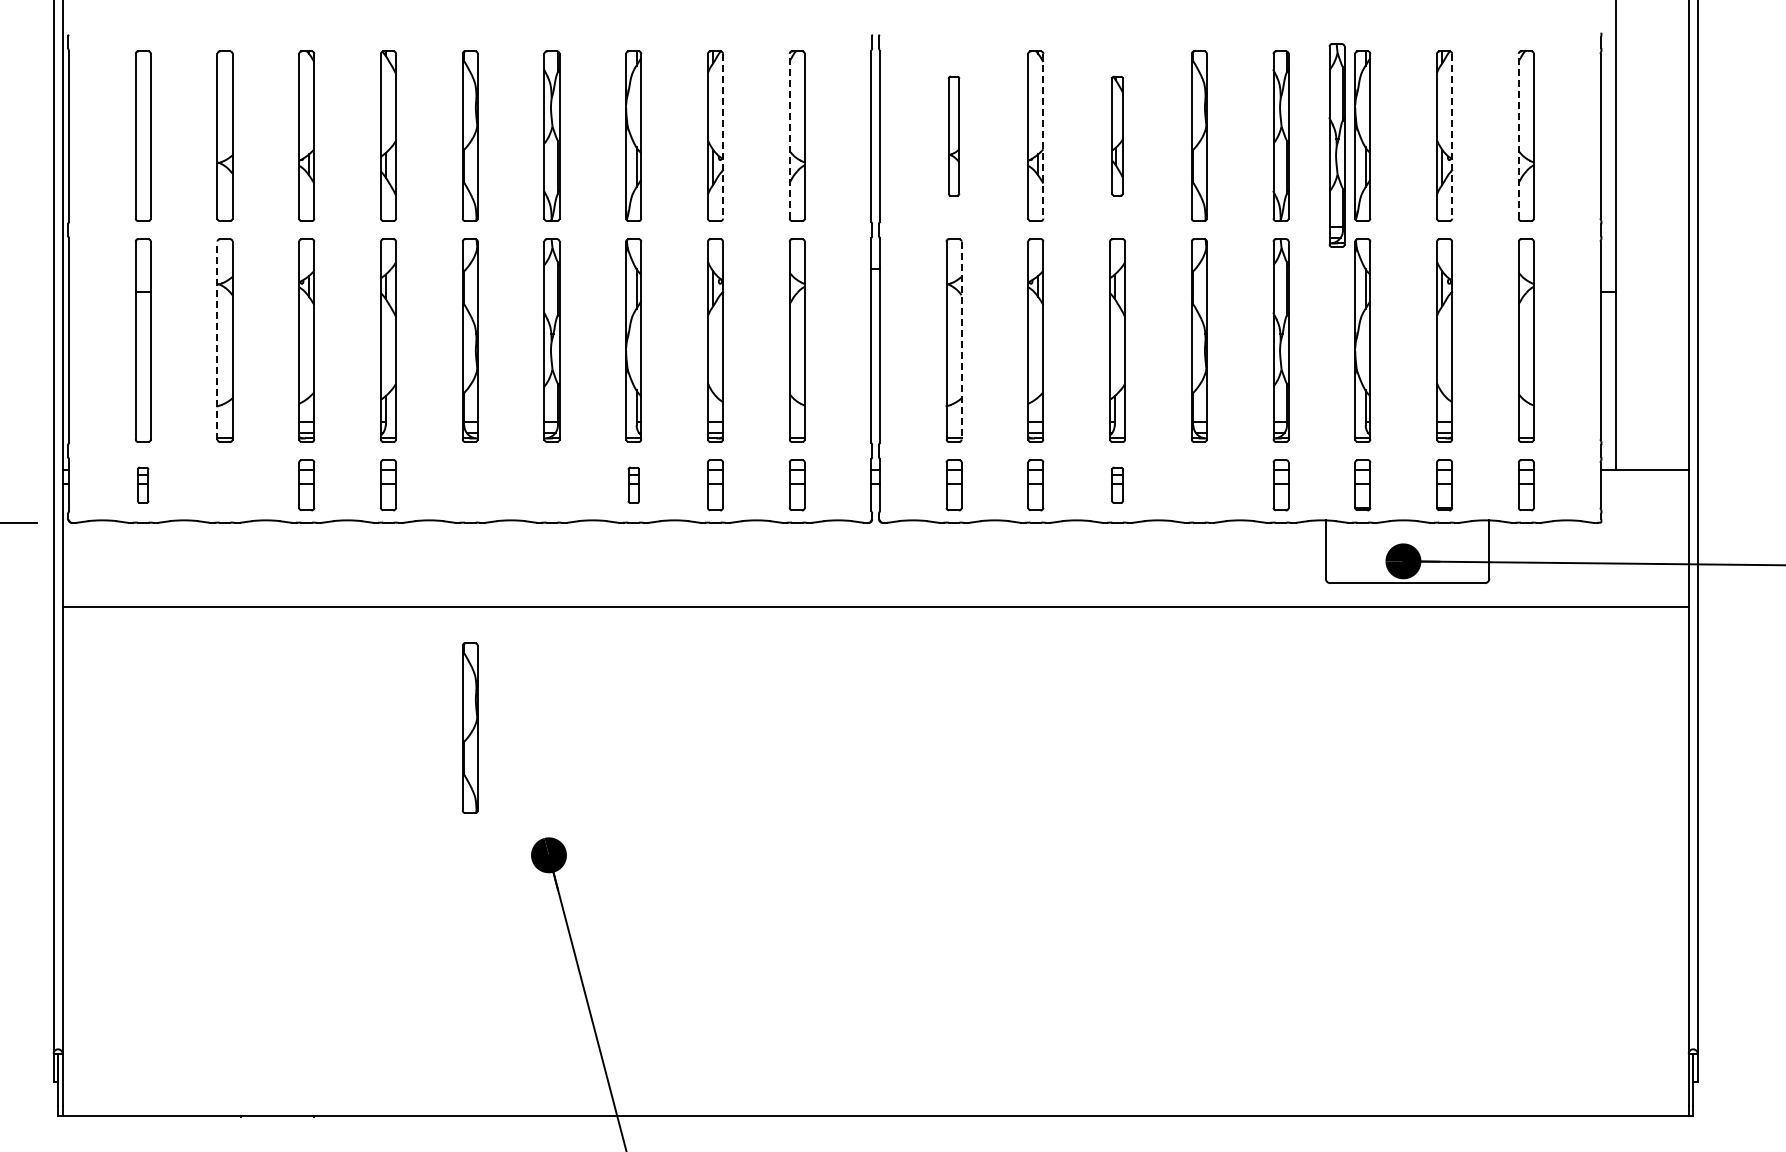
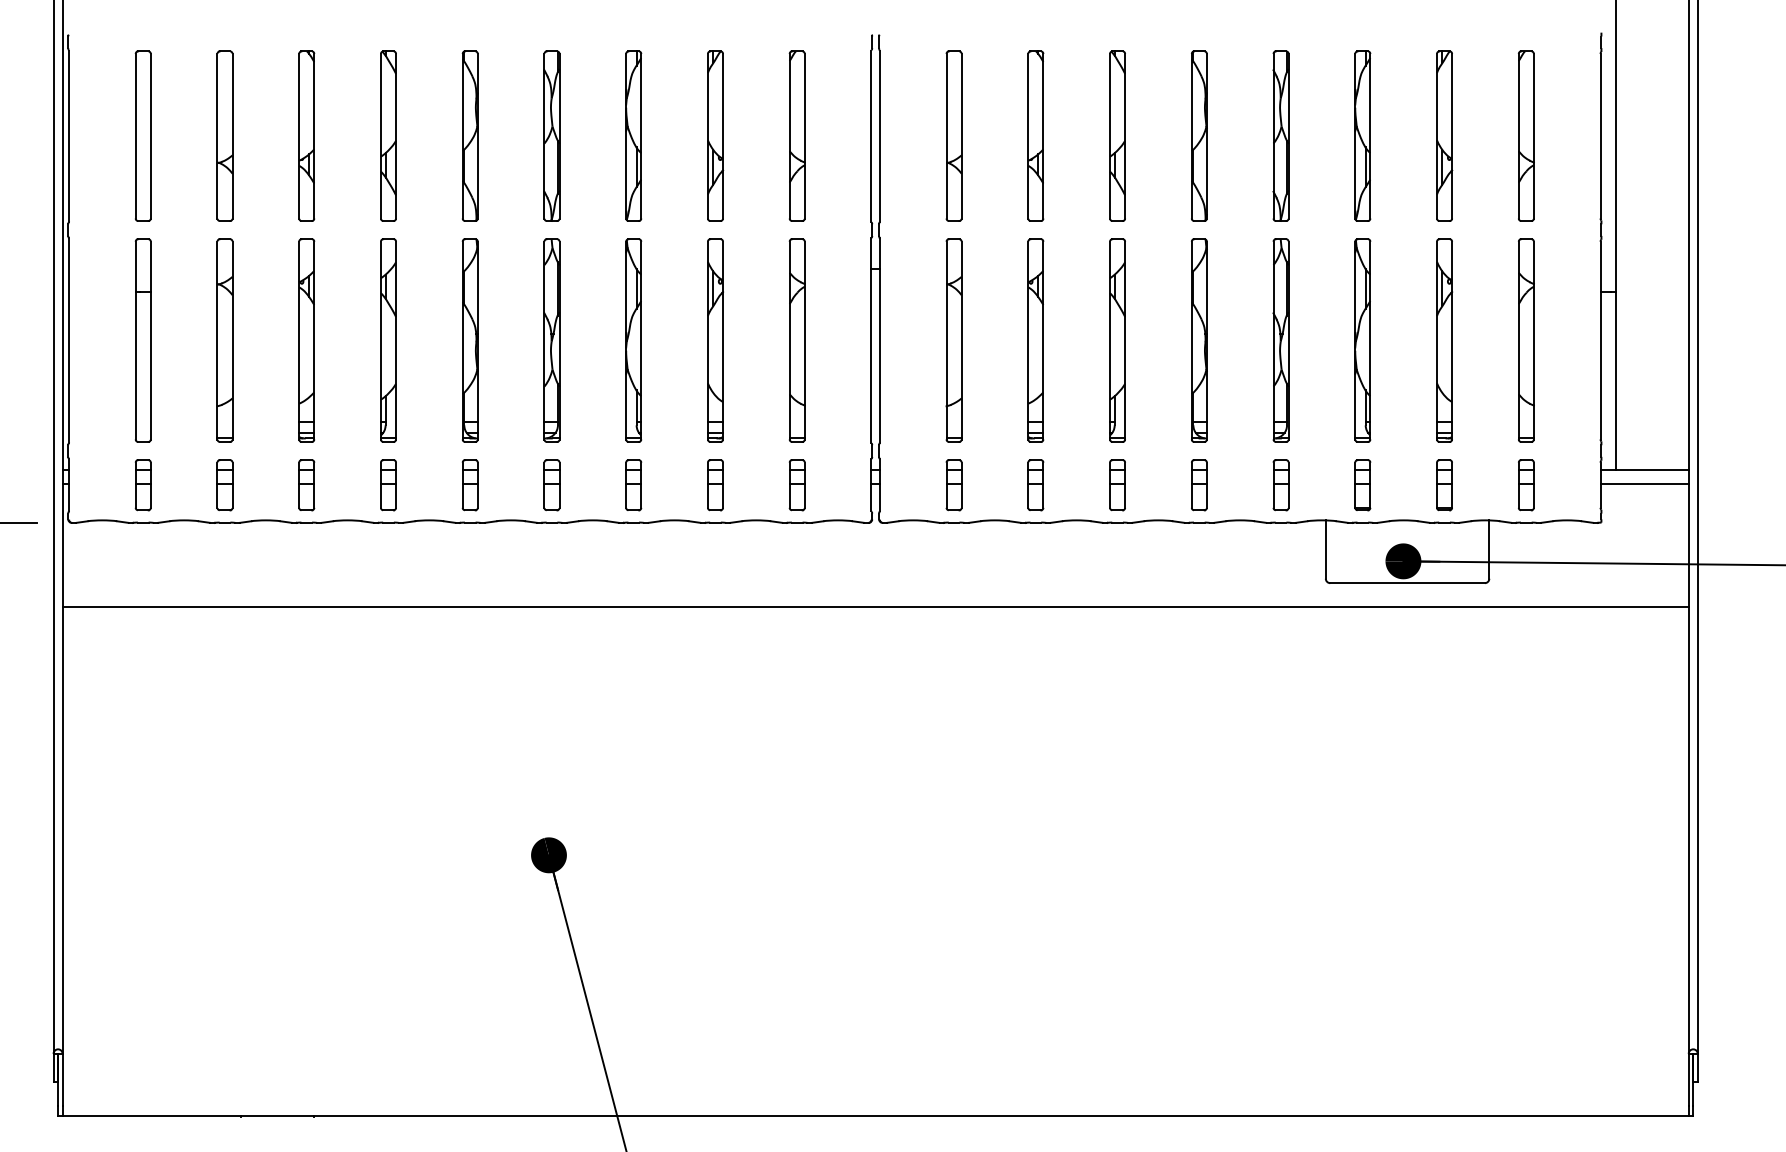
line at (789, 135): dashed -> solid
part at (954, 135) size: 13x122 px -> 18x172 px
part at (1117, 135) size: 13x122 px -> 17x172 px
line at (1518, 135): dashed -> solid
line at (723, 136): dashed -> solid
line at (1043, 136): dashed -> solid
line at (1452, 136): dashed -> solid
part at (1336, 145): present -> none
line at (217, 340): dashed -> solid
line at (961, 340): dashed -> solid
line at (1644, 483): none -> present
part at (143, 484) size: 13x38 px -> 18x53 px
part at (633, 484) size: 13x38 px -> 18x53 px
part at (1117, 484) size: 13x38 px -> 17x53 px
part at (224, 485): none -> present
part at (469, 485): none -> present
part at (551, 485): none -> present
part at (1199, 485): none -> present
part at (469, 727): present -> none
